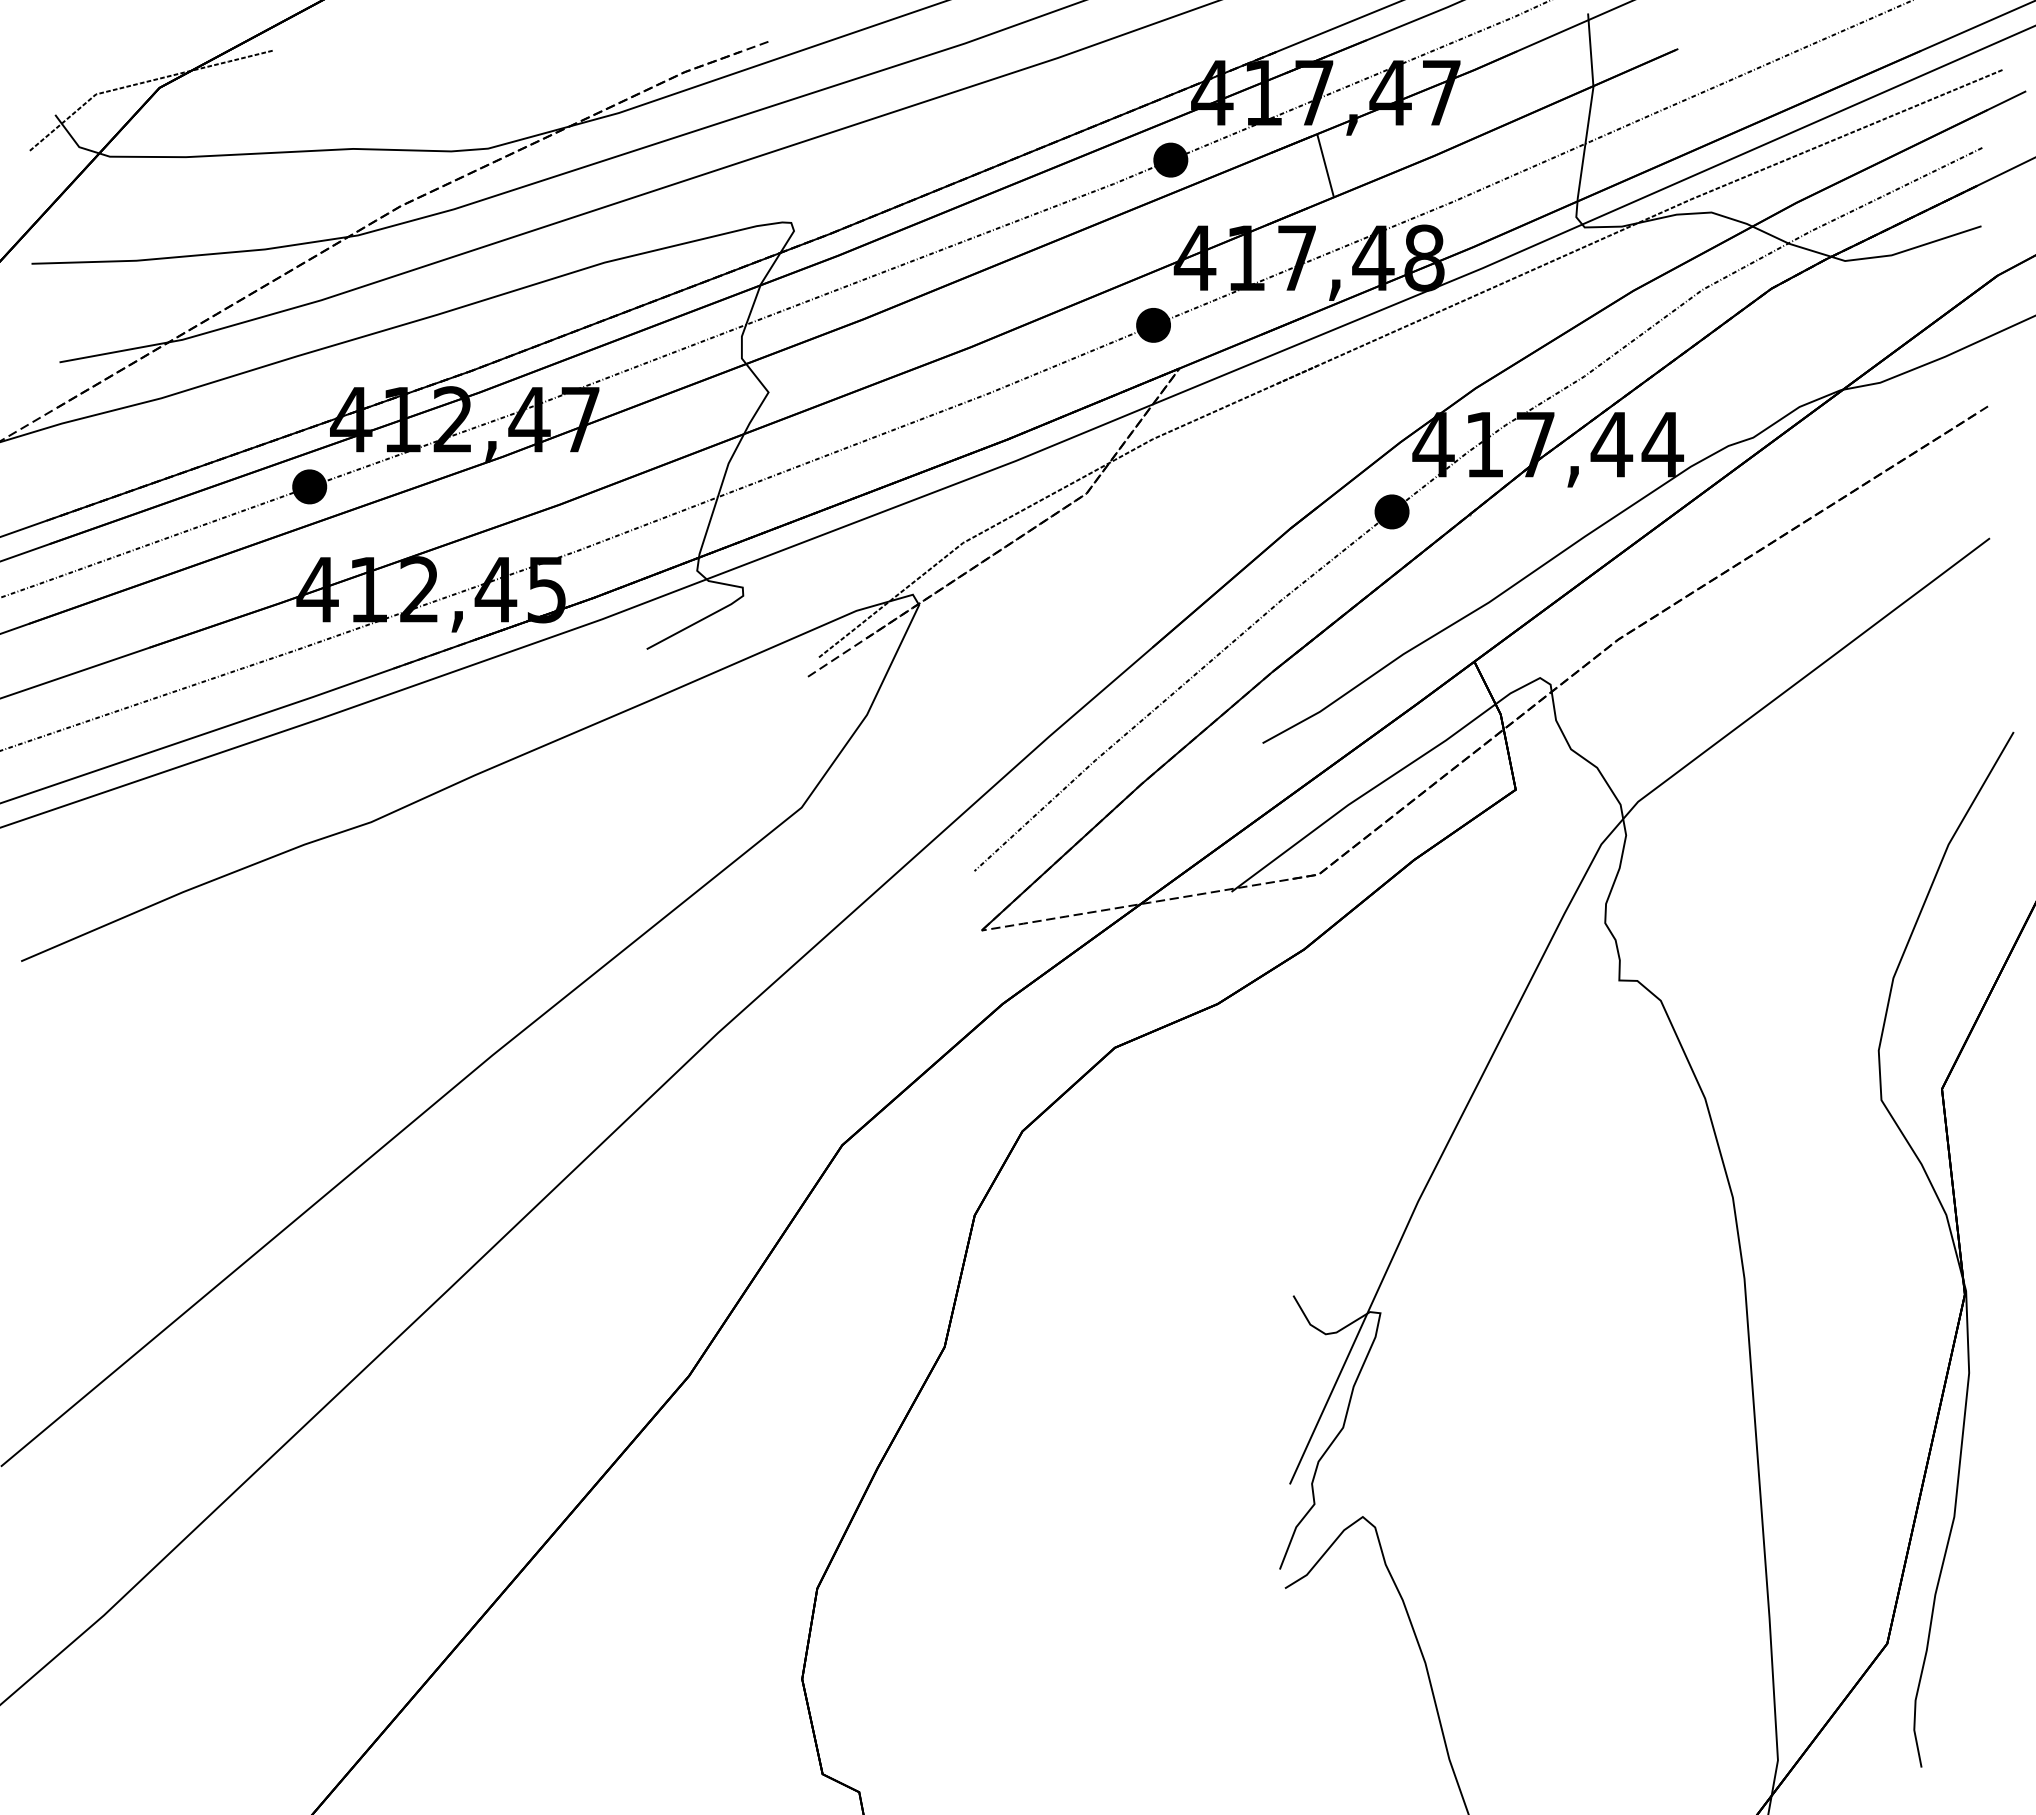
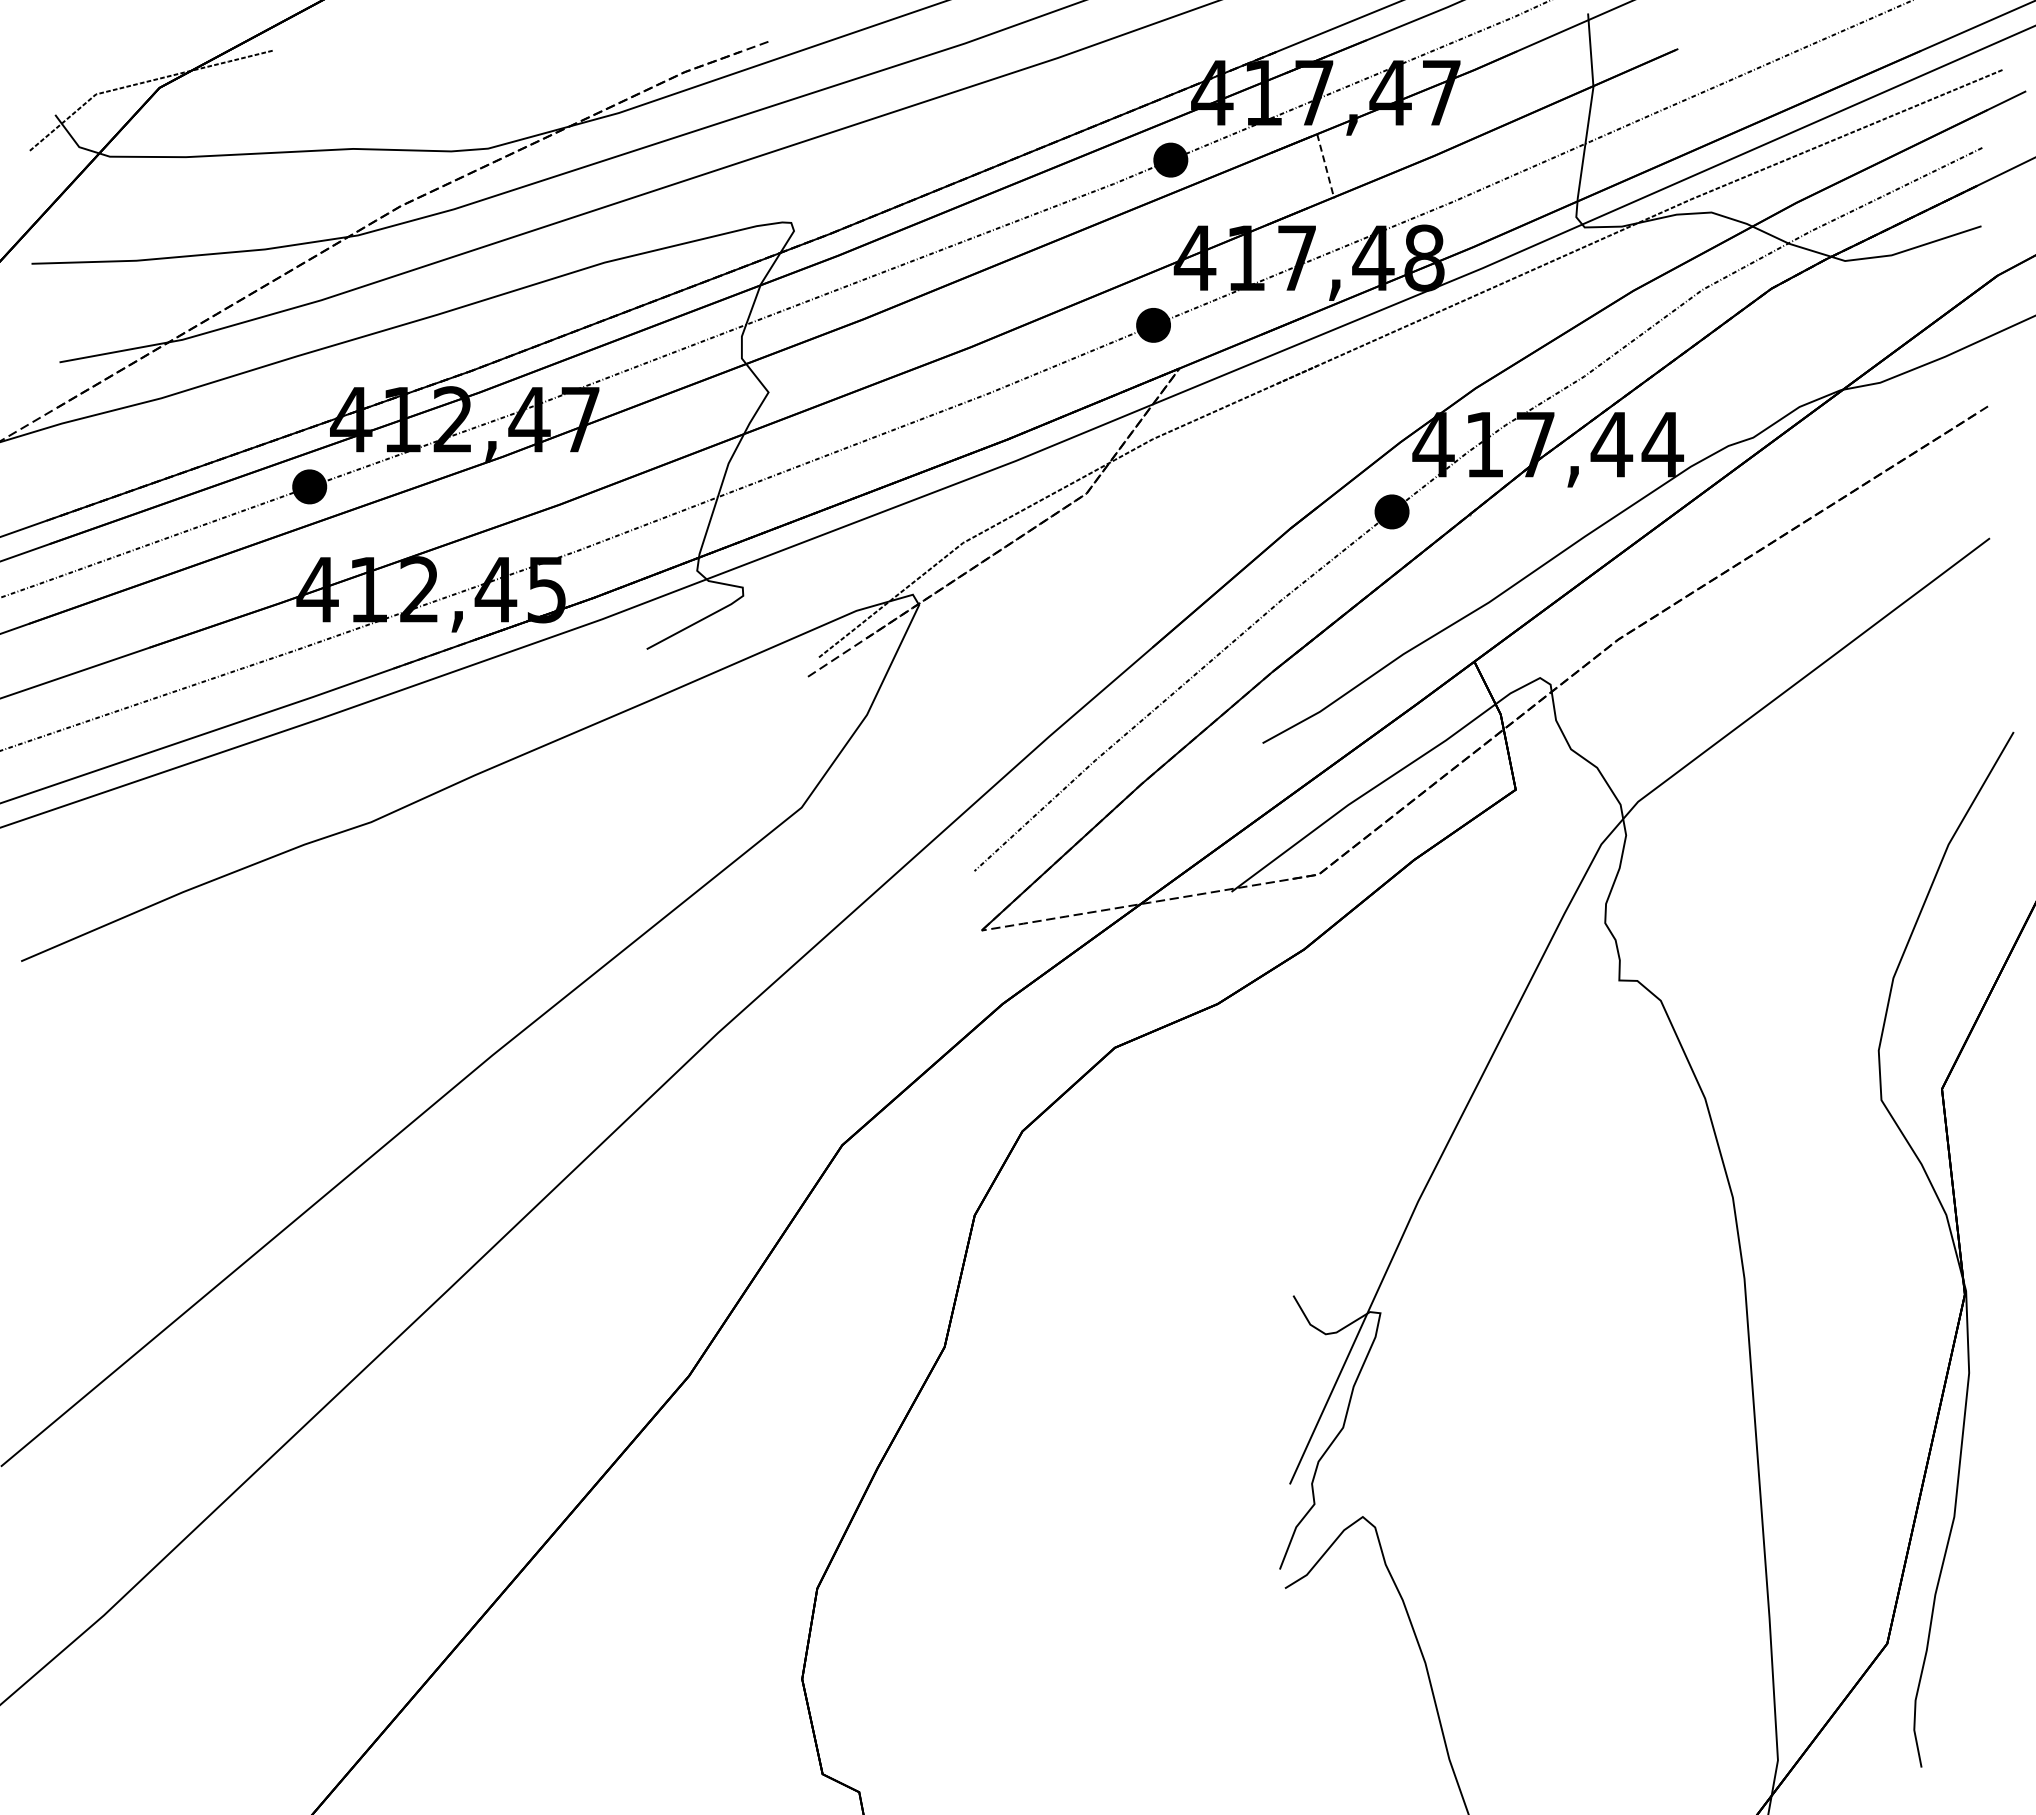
line at (1325, 166): solid -> dashed
